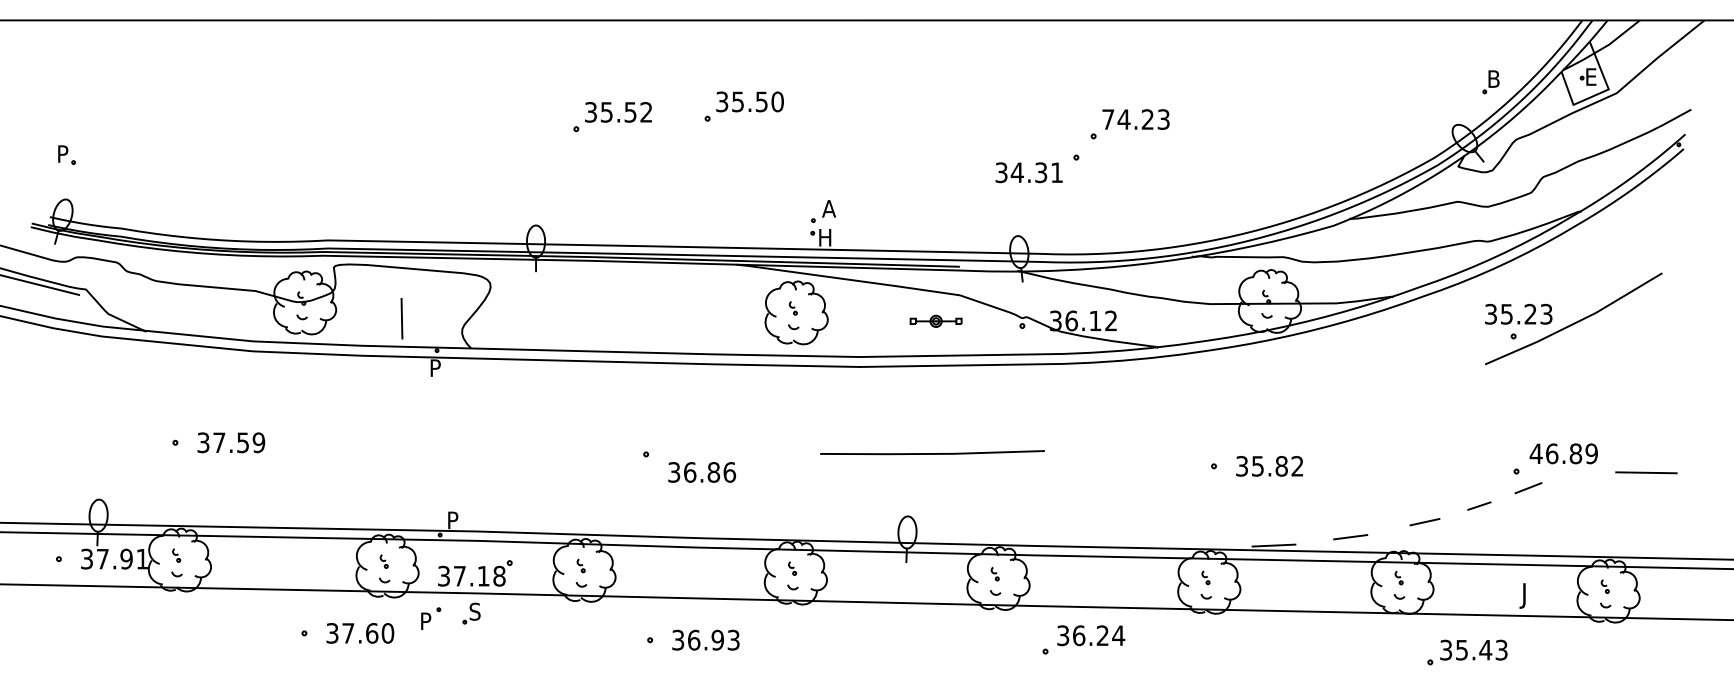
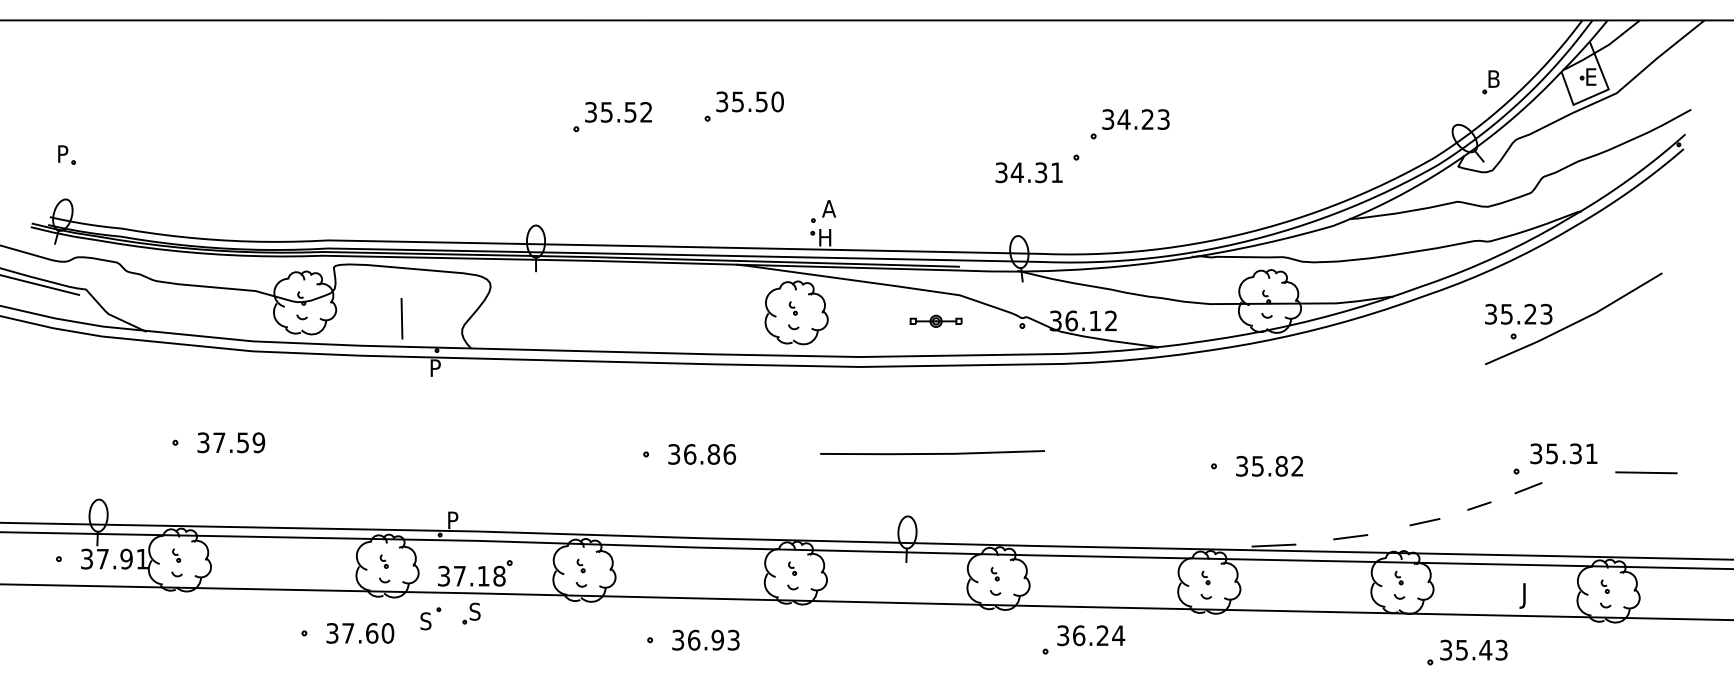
text at (1108, 119): 74.23 -> 34.23
text at (1563, 453): 46.89 -> 35.31
text at (701, 472) position: (701, 472) -> (701, 454)
text at (425, 621): P -> S
